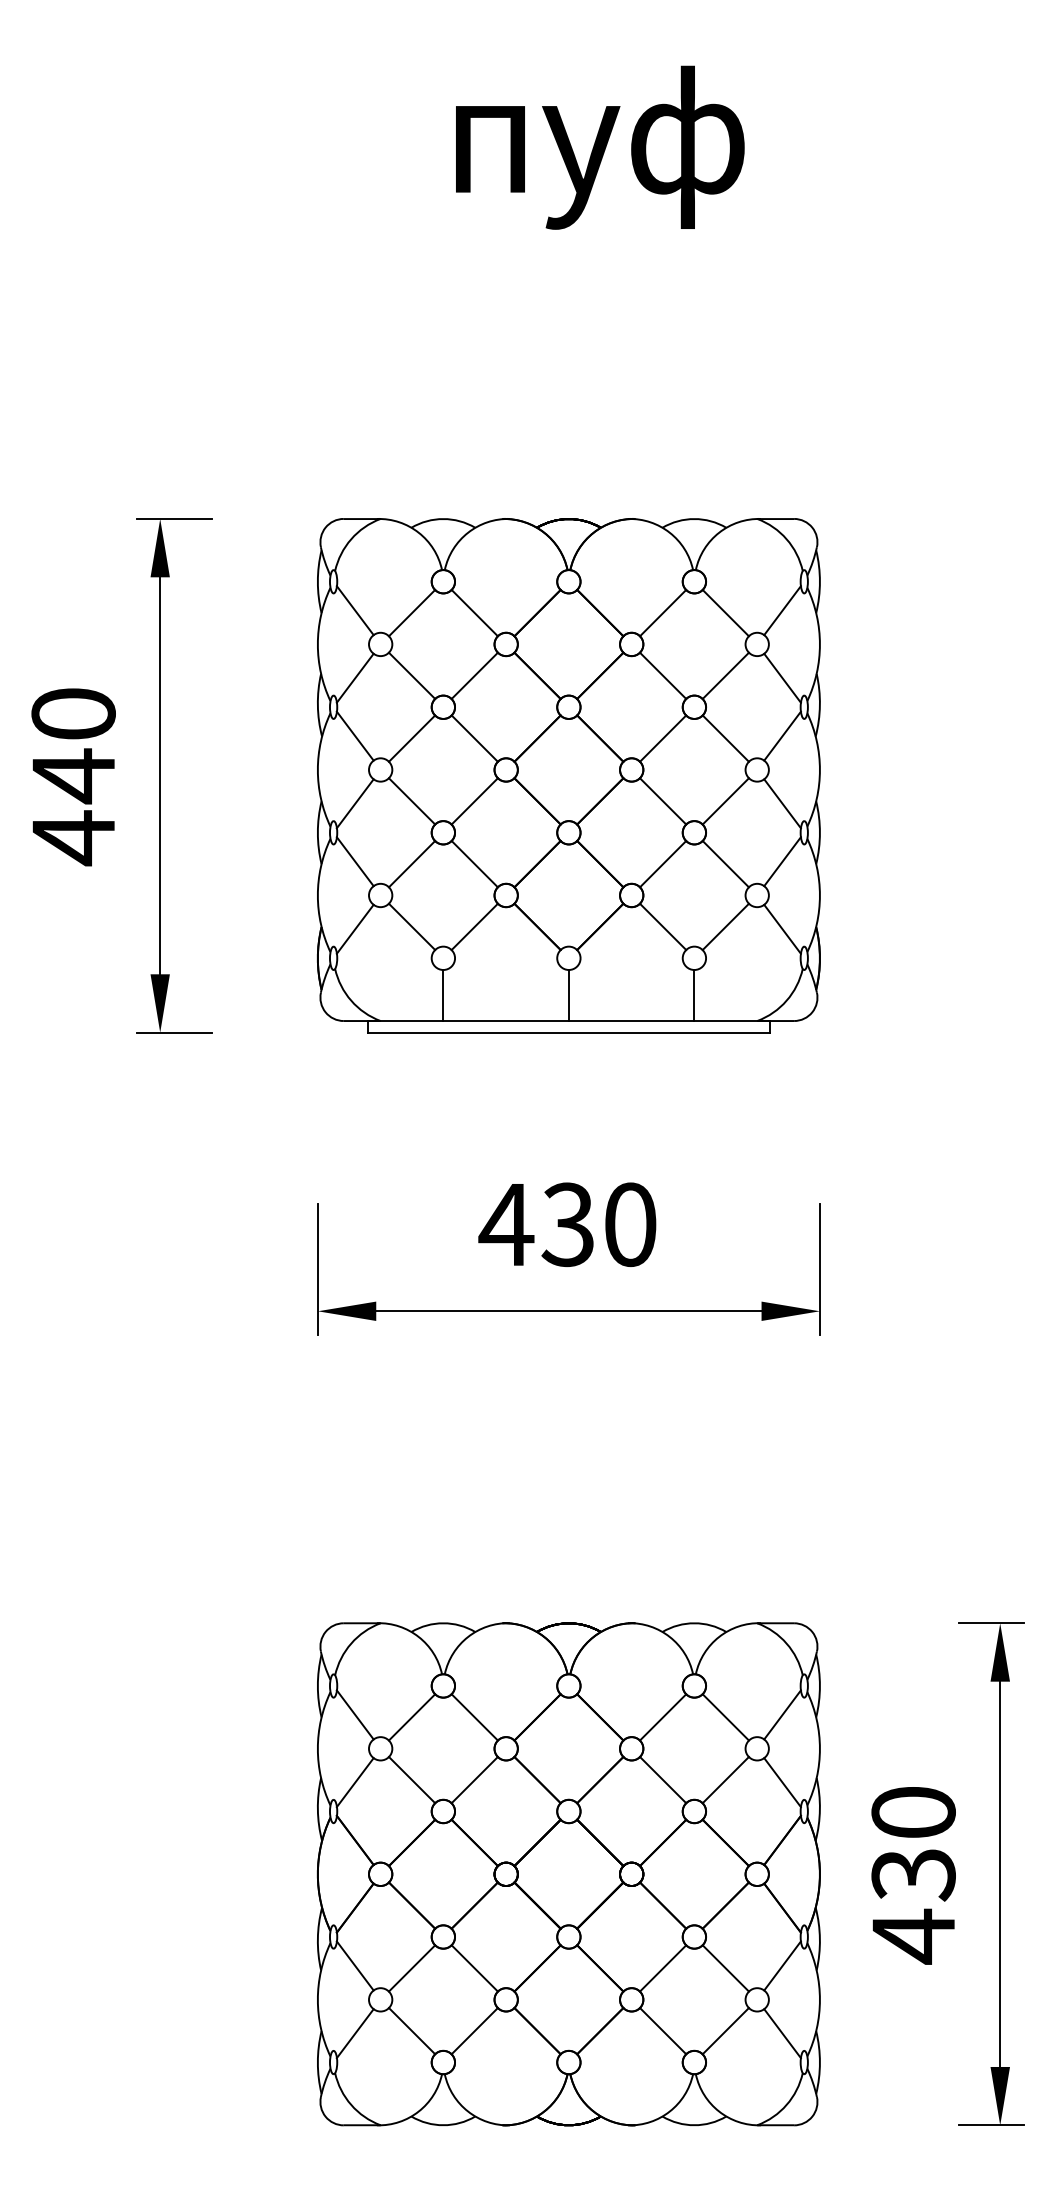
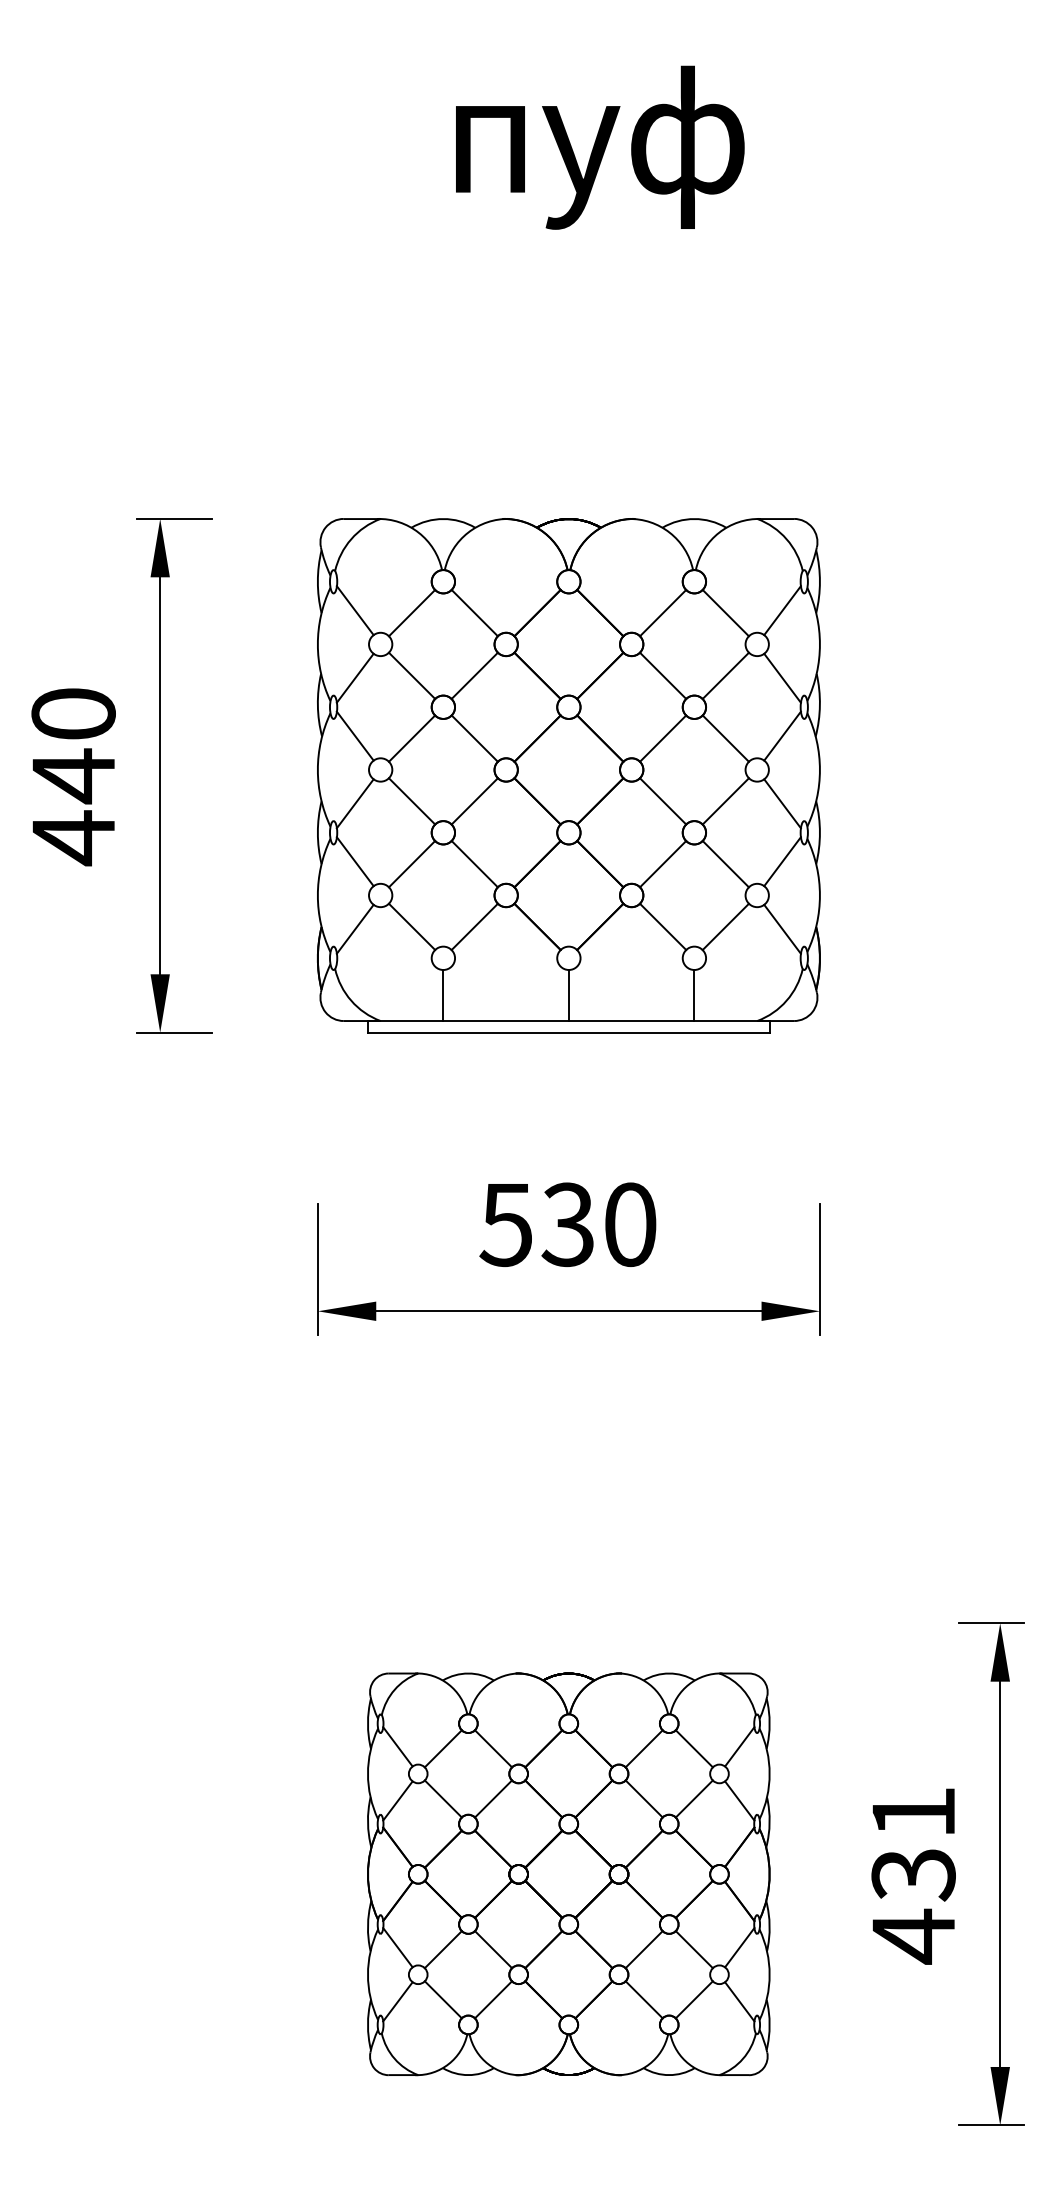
text at (506, 1225): 430 -> 530
text at (913, 1812): 430 -> 431
part at (568, 1874) size: 505x505 px -> 404x405 px
